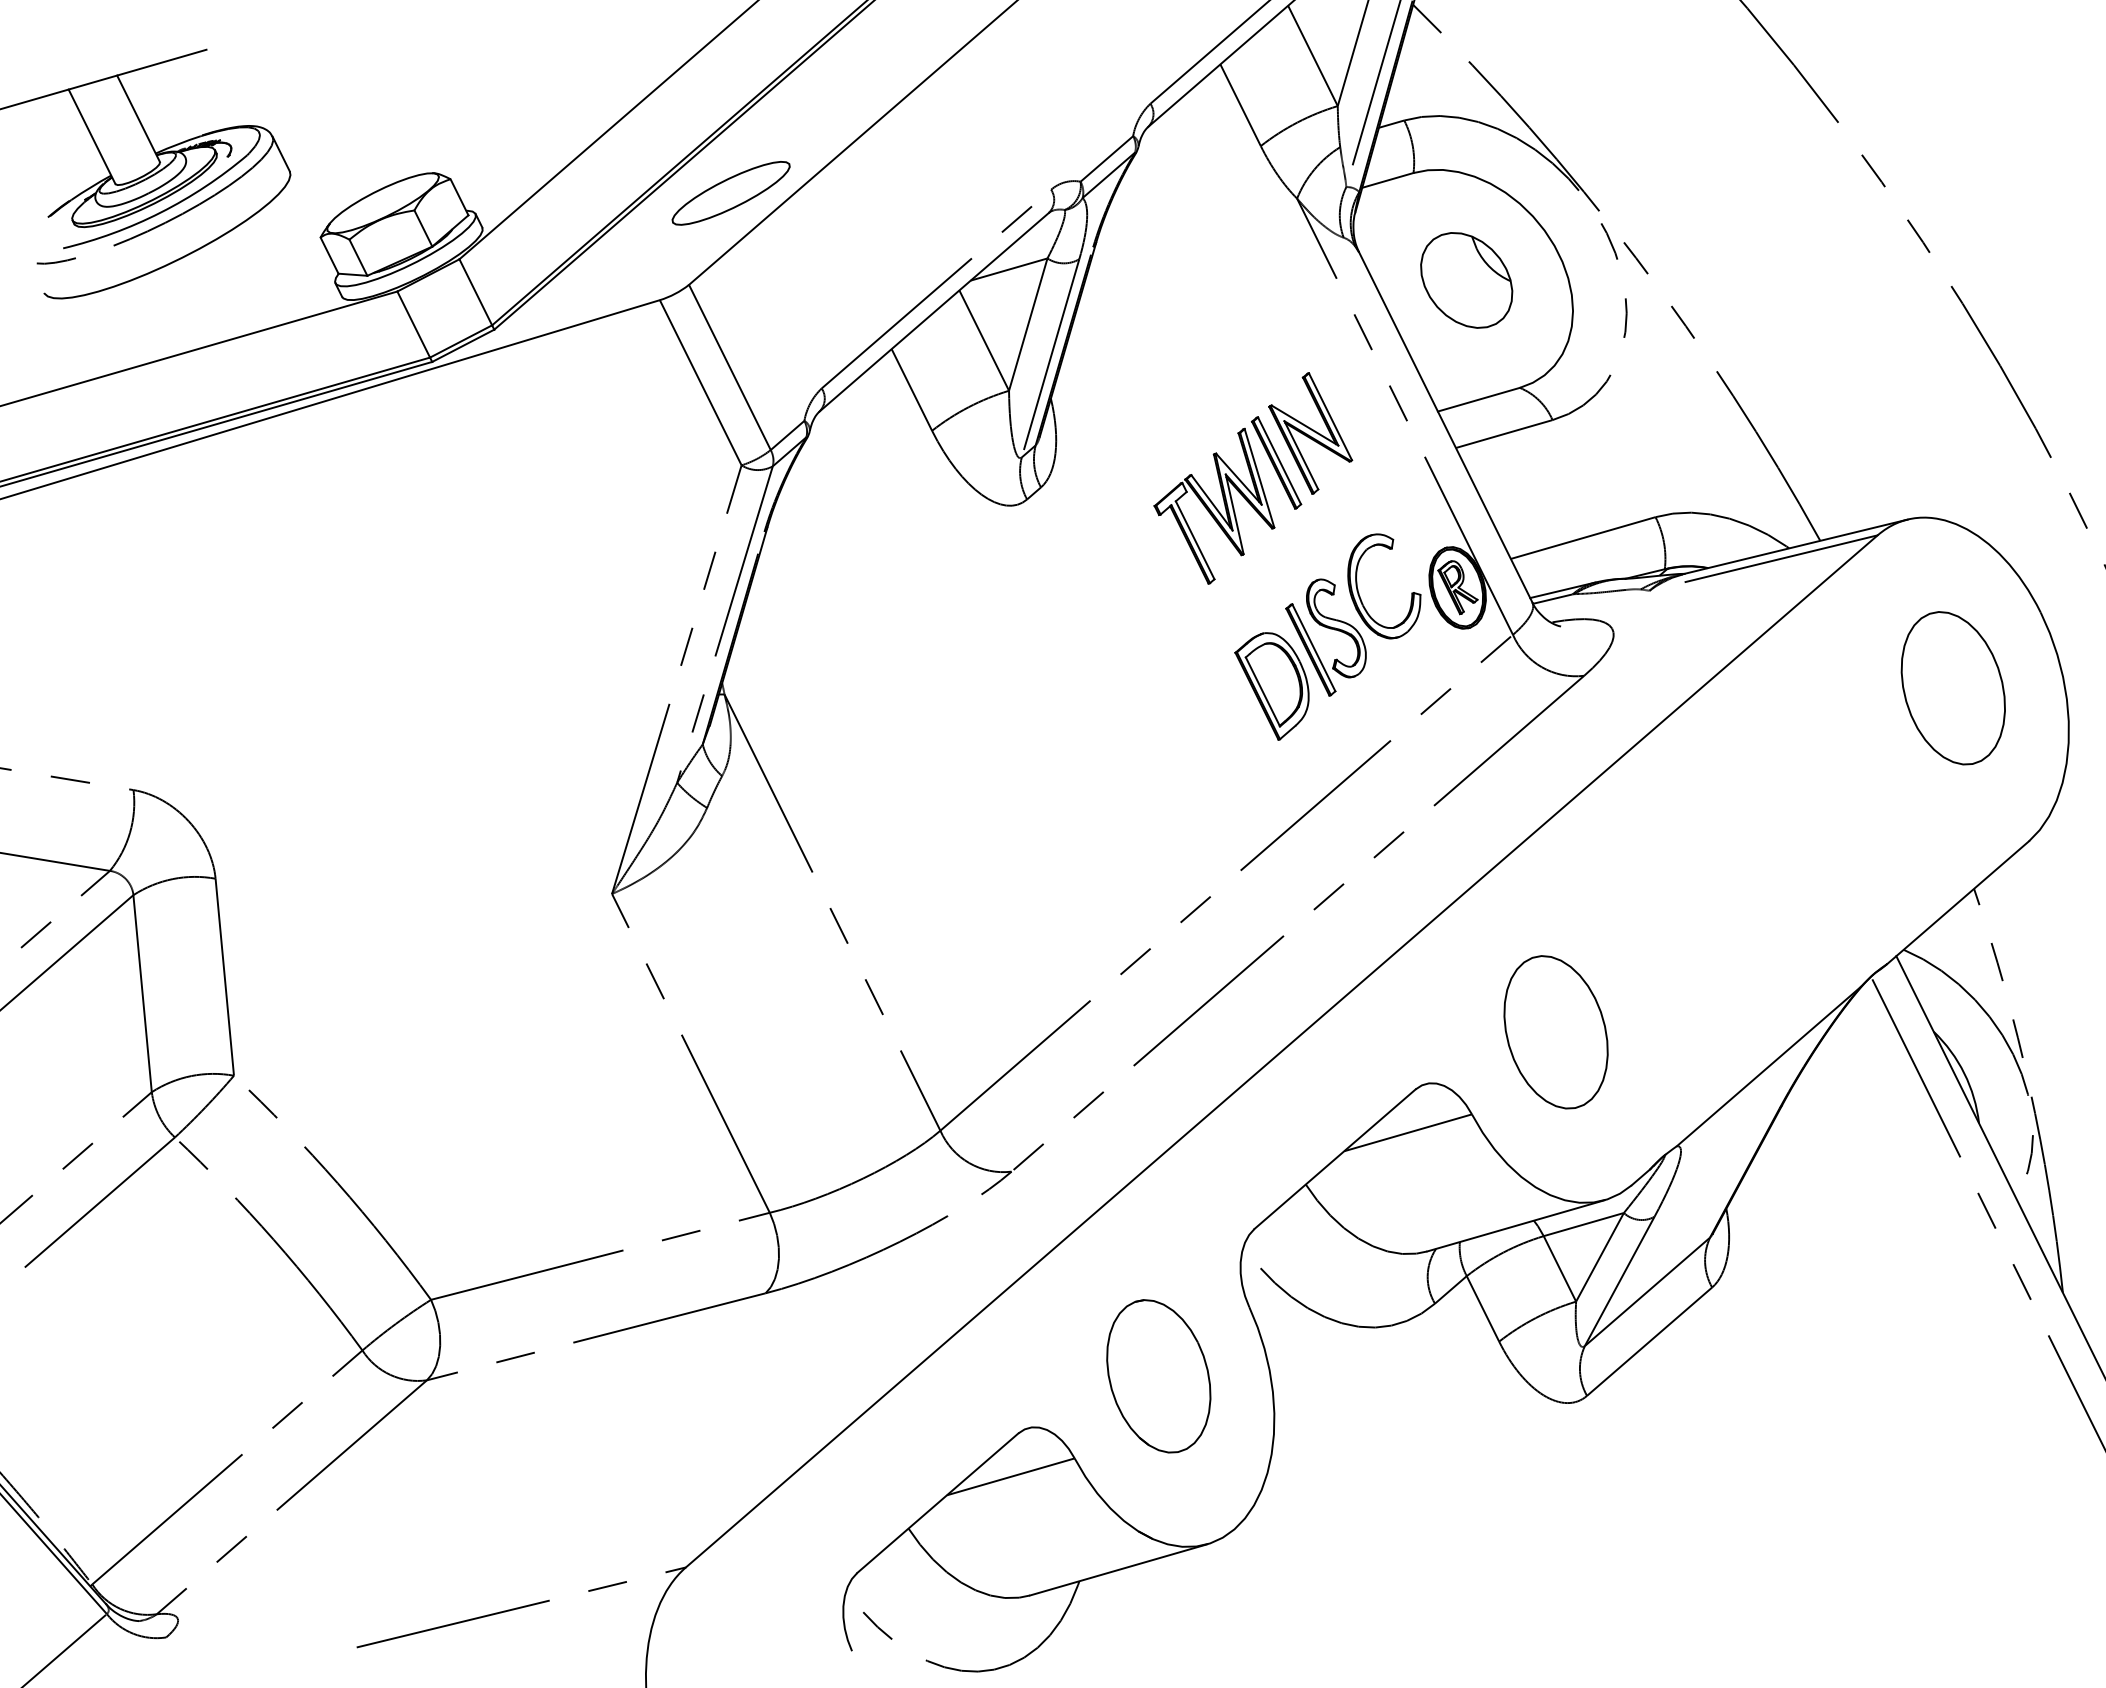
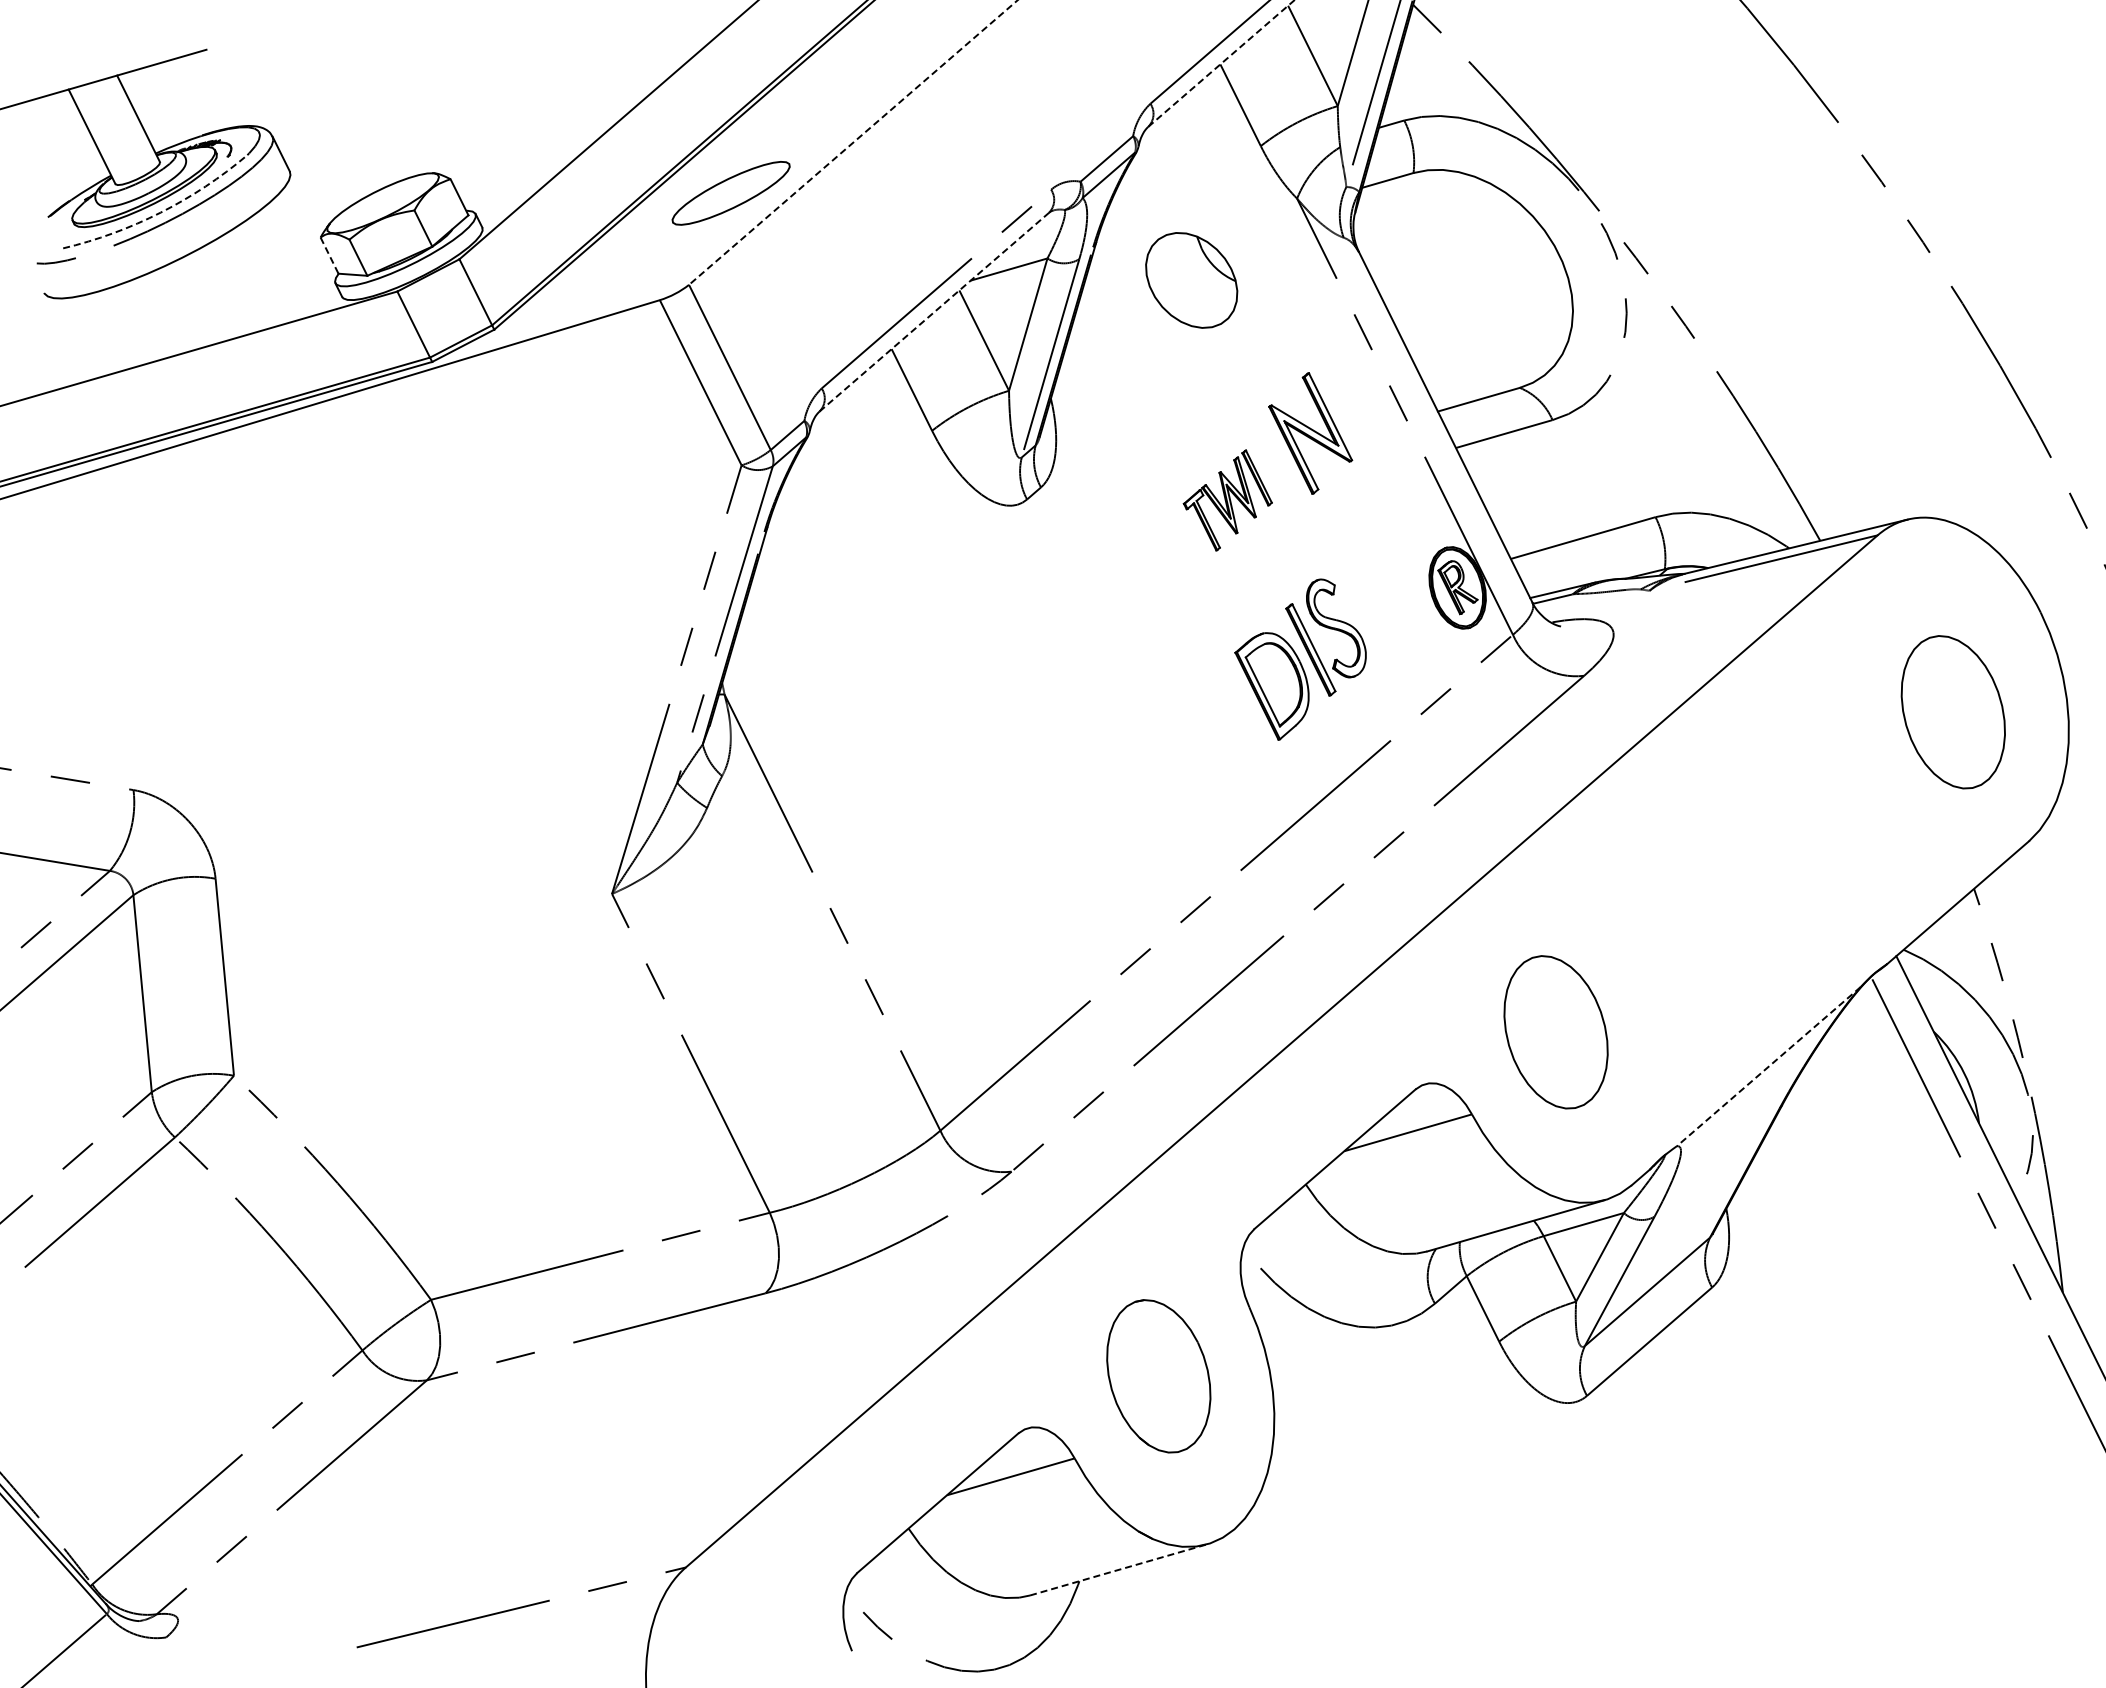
line at (1221, 63): solid -> dashed
line at (852, 142): solid -> dashed
arc at (160, 212): solid -> dashed
line at (329, 256): solid -> dashed
part at (1466, 280) position: (1466, 280) -> (1191, 280)
line at (934, 312): solid -> dashed
part at (1227, 500) size: 150x169 px -> 91x103 px
part at (1361, 598): present -> none
part at (1952, 688) position: (1952, 688) -> (1952, 712)
line at (1768, 1066): solid -> dashed
line at (1119, 1569): solid -> dashed
